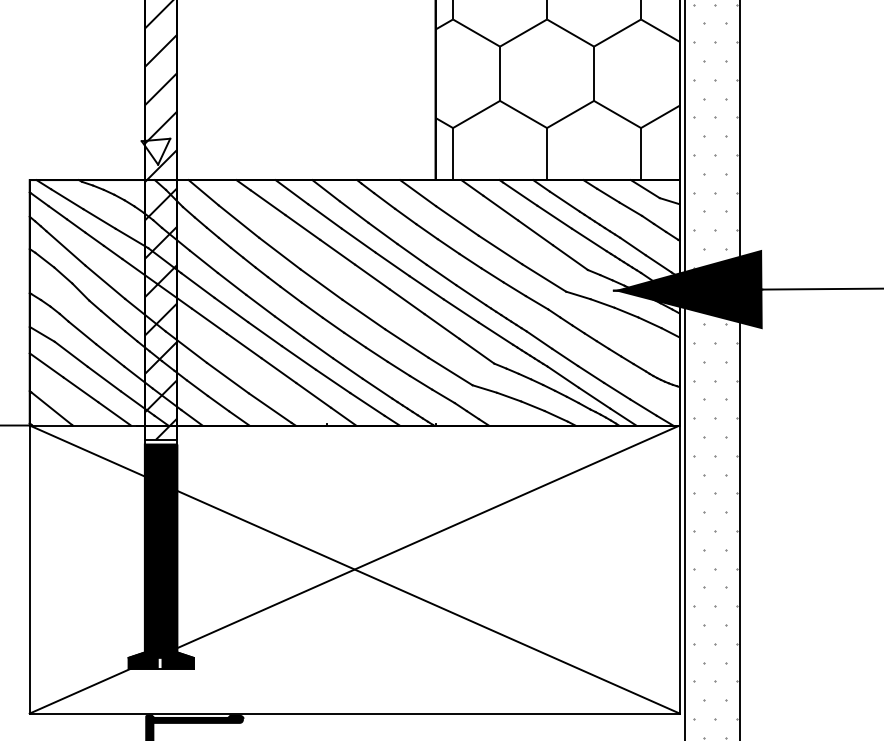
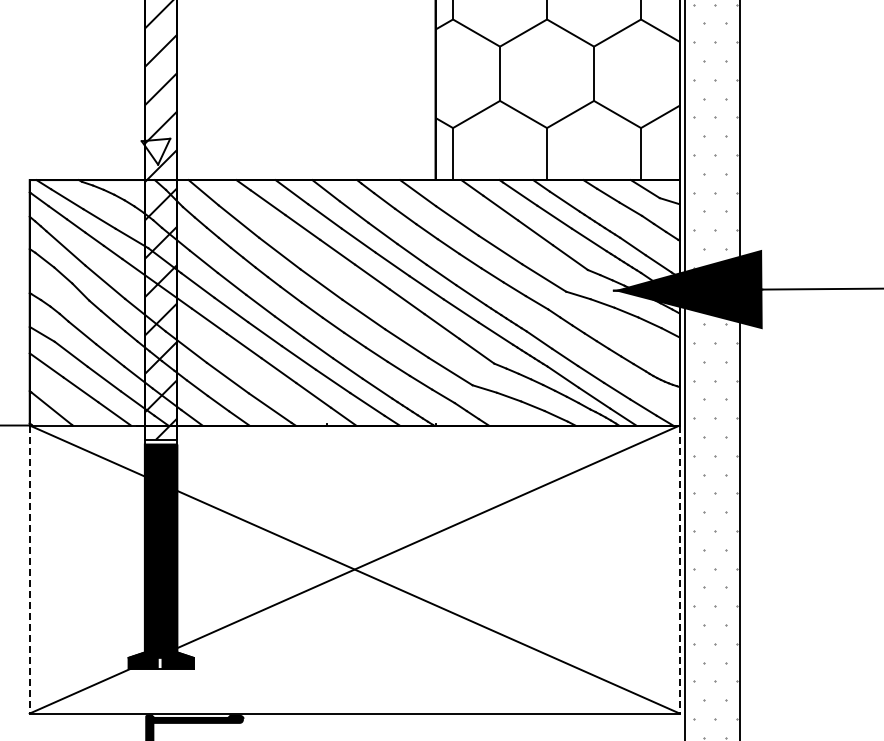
line at (29, 570): solid -> dashed
line at (679, 570): solid -> dashed
